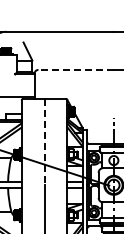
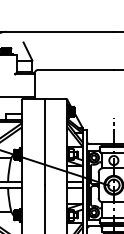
line at (76, 69): dashed -> solid
line at (44, 142): dashed -> solid
